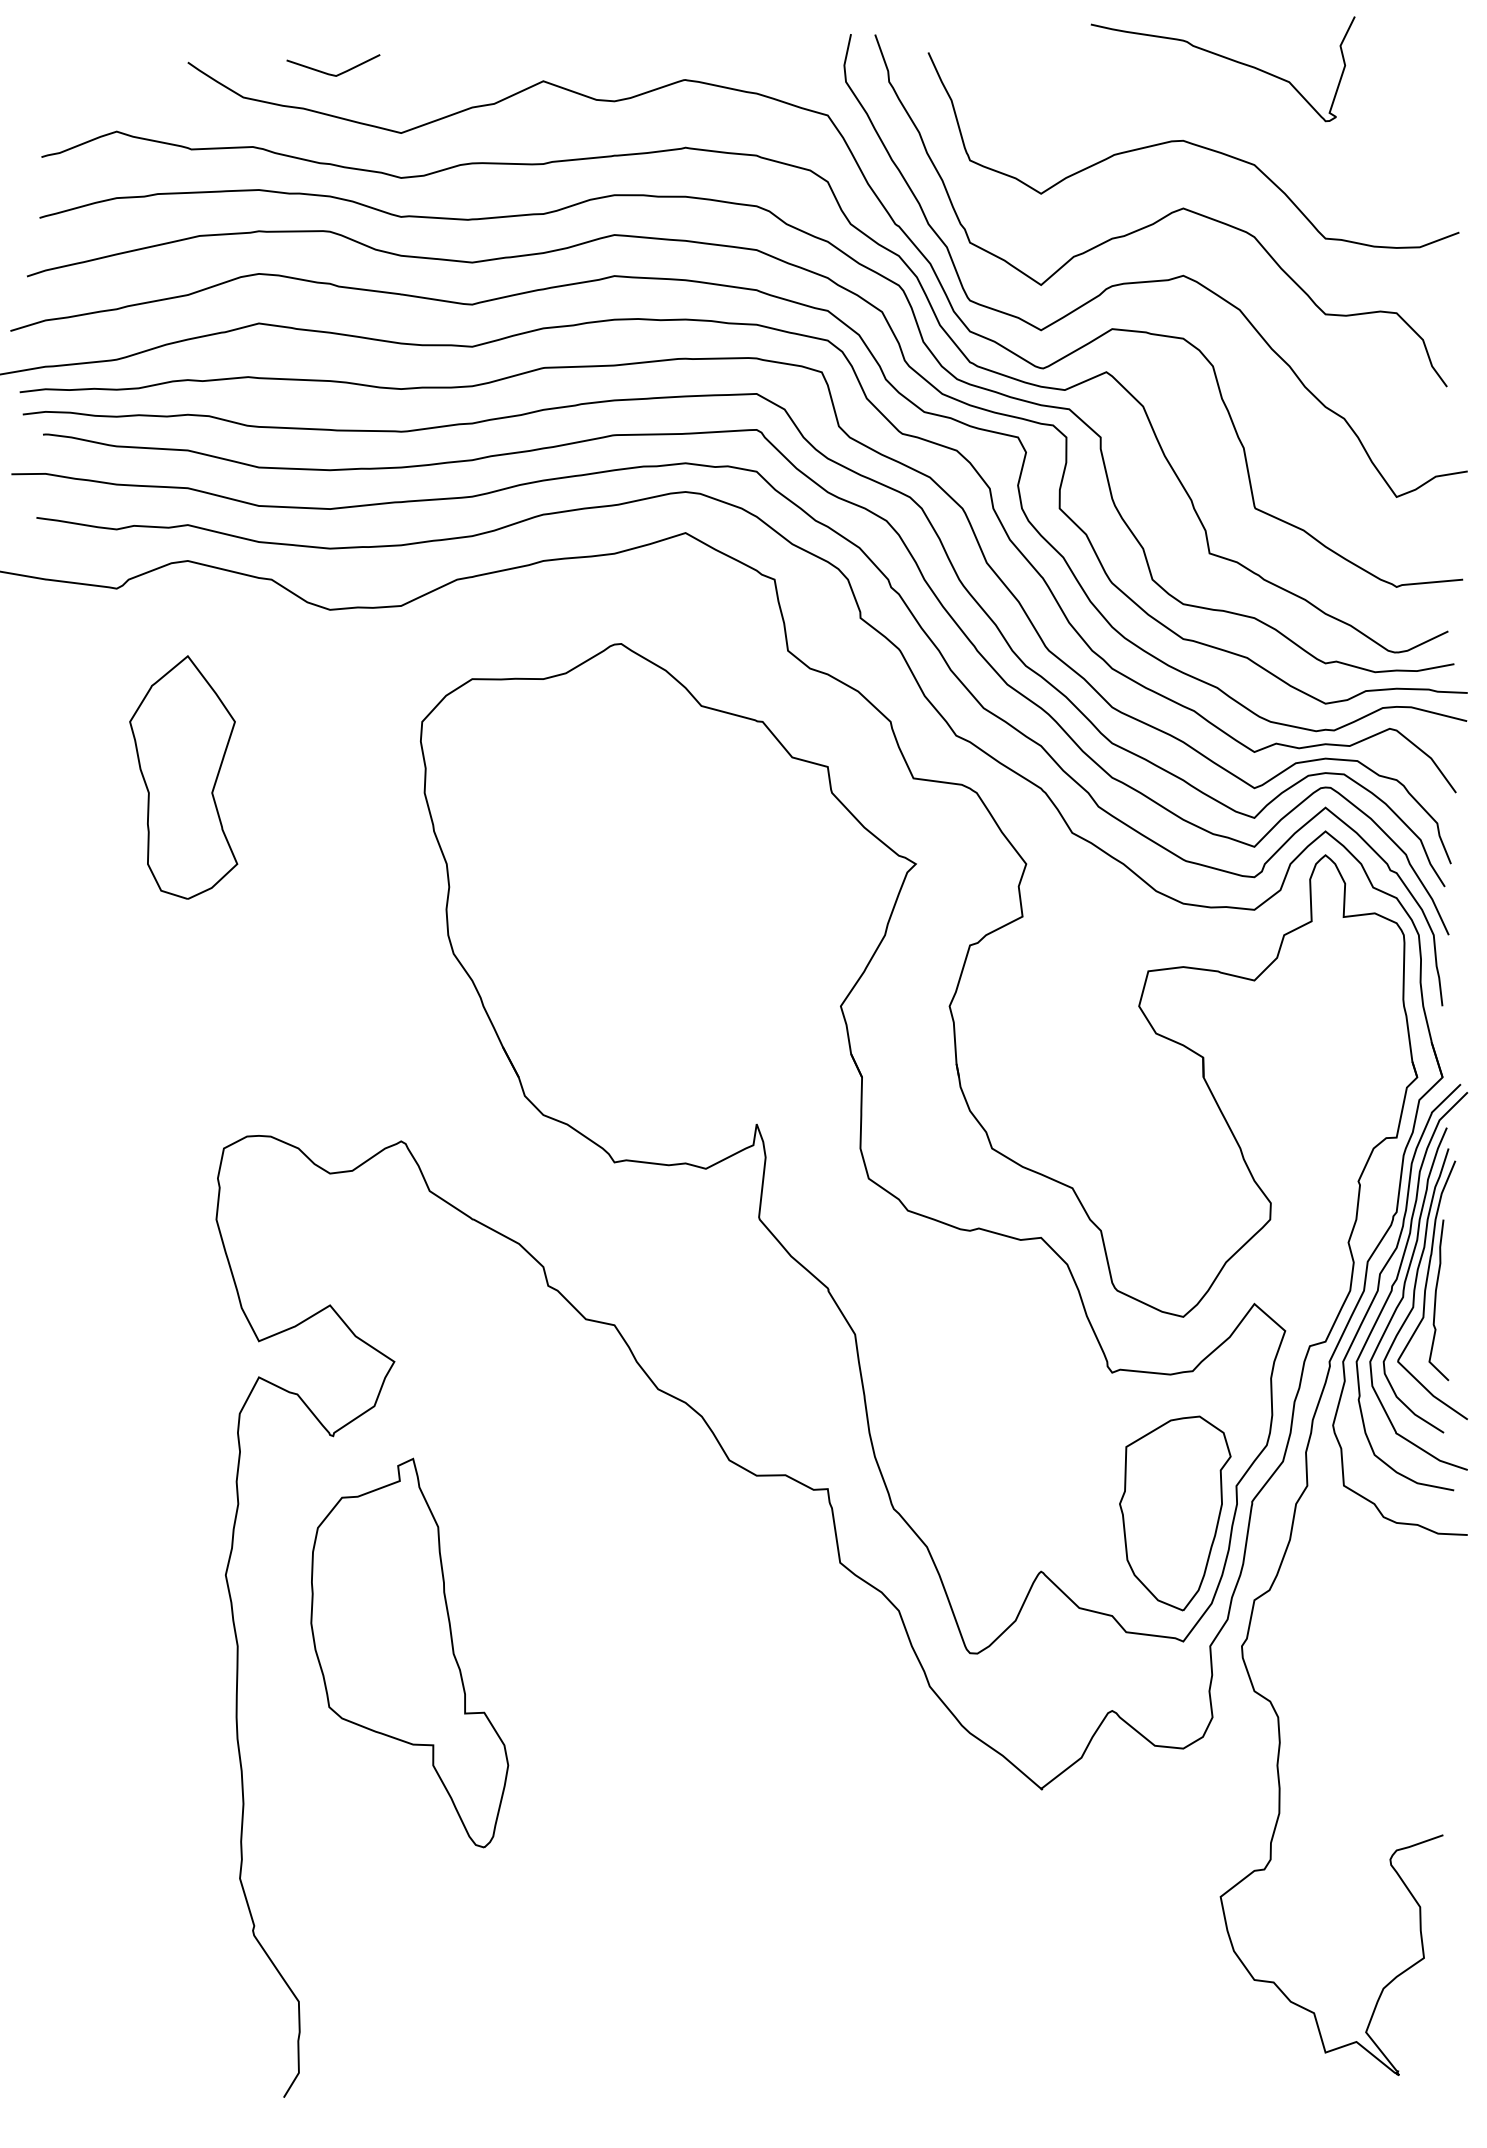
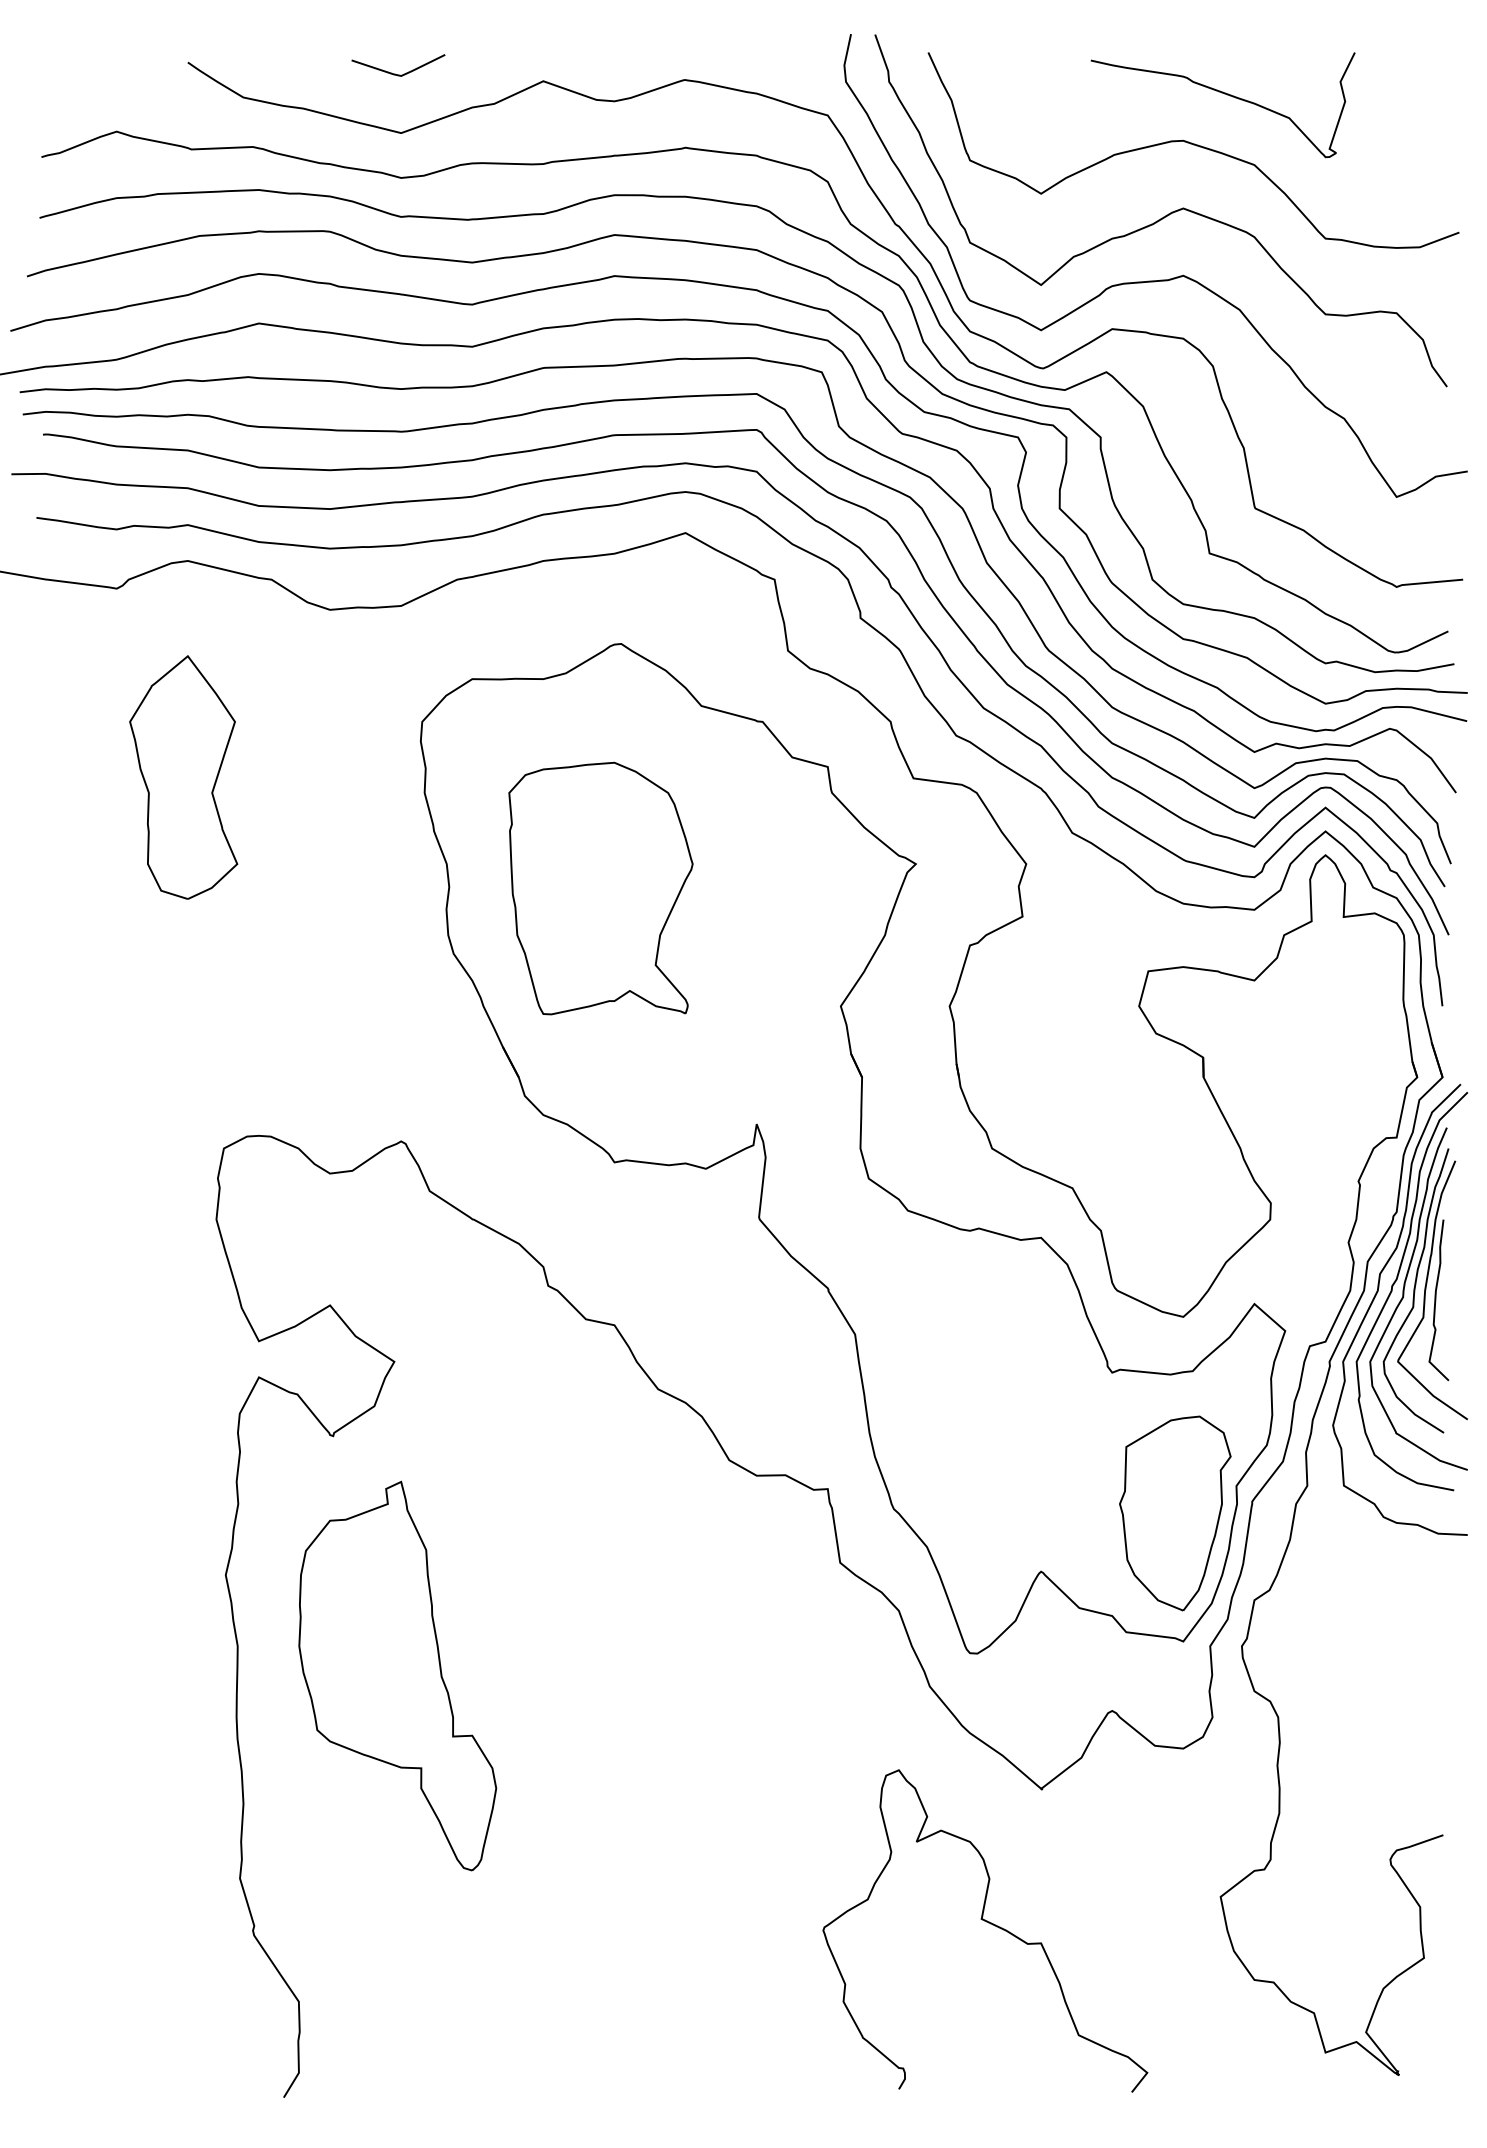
curve at (1224, 58) position: (1224, 58) -> (1224, 94)
line at (330, 73) position: (330, 73) -> (395, 73)
part at (600, 888): none -> present
part at (409, 1652) position: (409, 1652) -> (397, 1675)
curve at (988, 1923): none -> present
